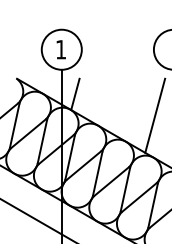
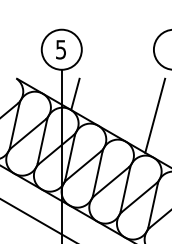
text at (60, 49): 1 -> 5
